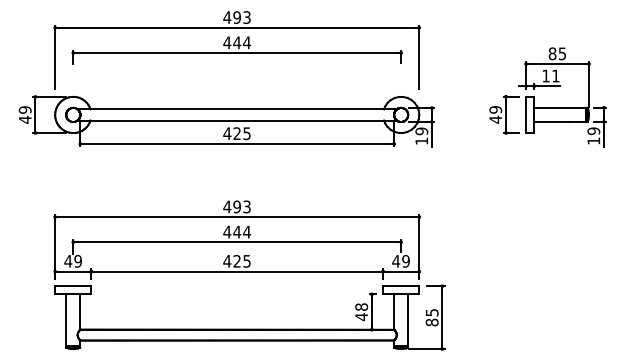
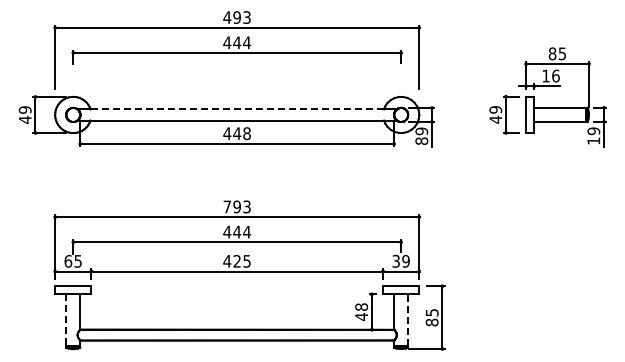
text at (555, 75): 11 -> 16
line at (237, 109): solid -> dashed
text at (241, 133): 425 -> 448
text at (421, 140): 19 -> 89
text at (227, 206): 493 -> 793
text at (72, 260): 49 -> 65
text at (396, 260): 49 -> 39
line at (66, 320): solid -> dashed
line at (408, 320): solid -> dashed
